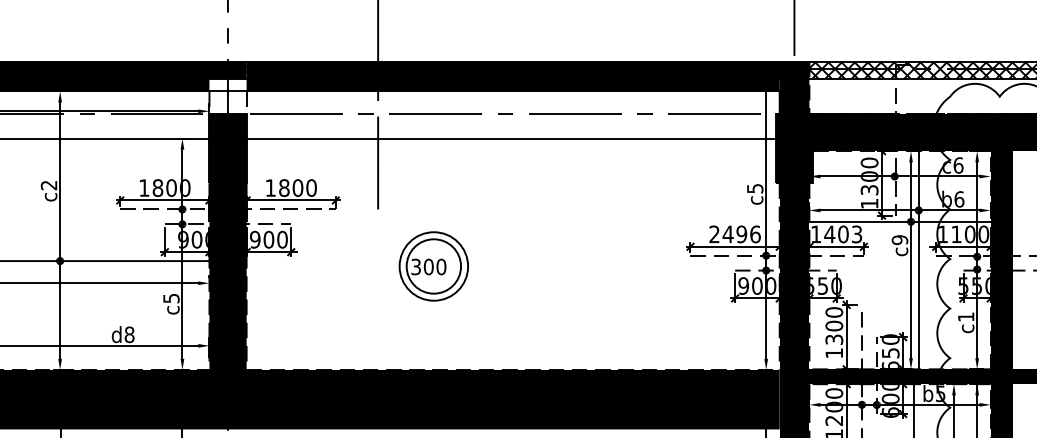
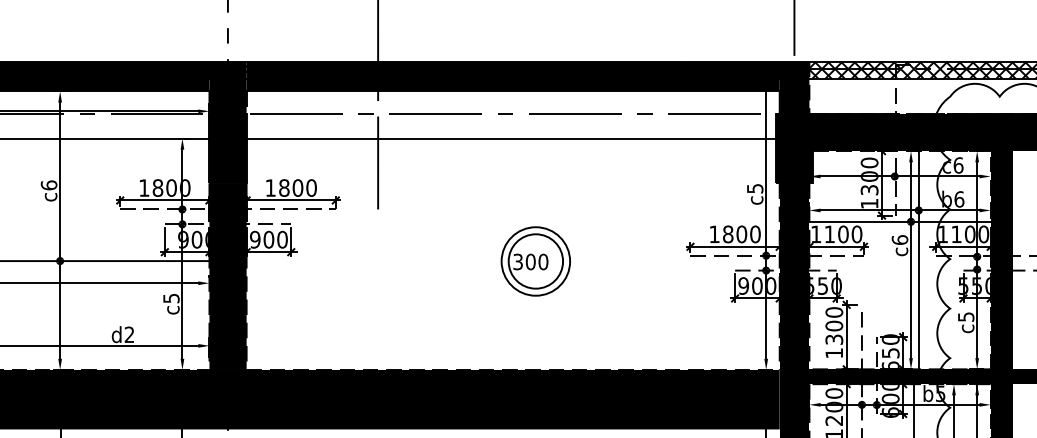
fill at (227, 96): none -> present
text at (48, 185): c2 -> c6
text at (734, 234): 2496 -> 1800
text at (843, 234): 1403 -> 1100
text at (899, 240): c9 -> c6
part at (433, 266) position: (433, 266) -> (535, 261)
text at (966, 316): c1 -> c5
text at (129, 334): d8 -> d2
